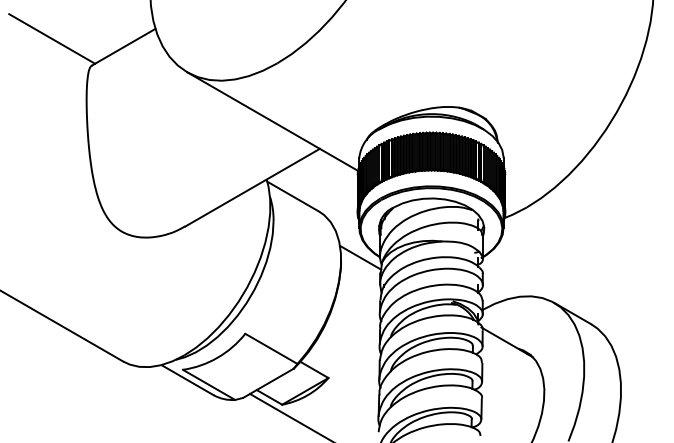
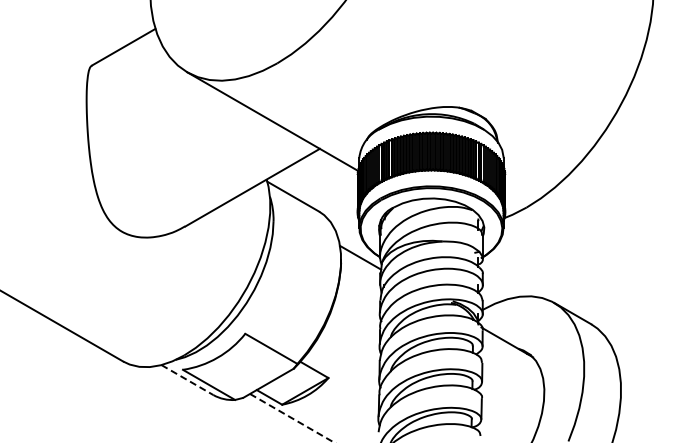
line at (52, 38): present -> none
line at (187, 380): solid -> dashed
line at (292, 418): solid -> dashed
